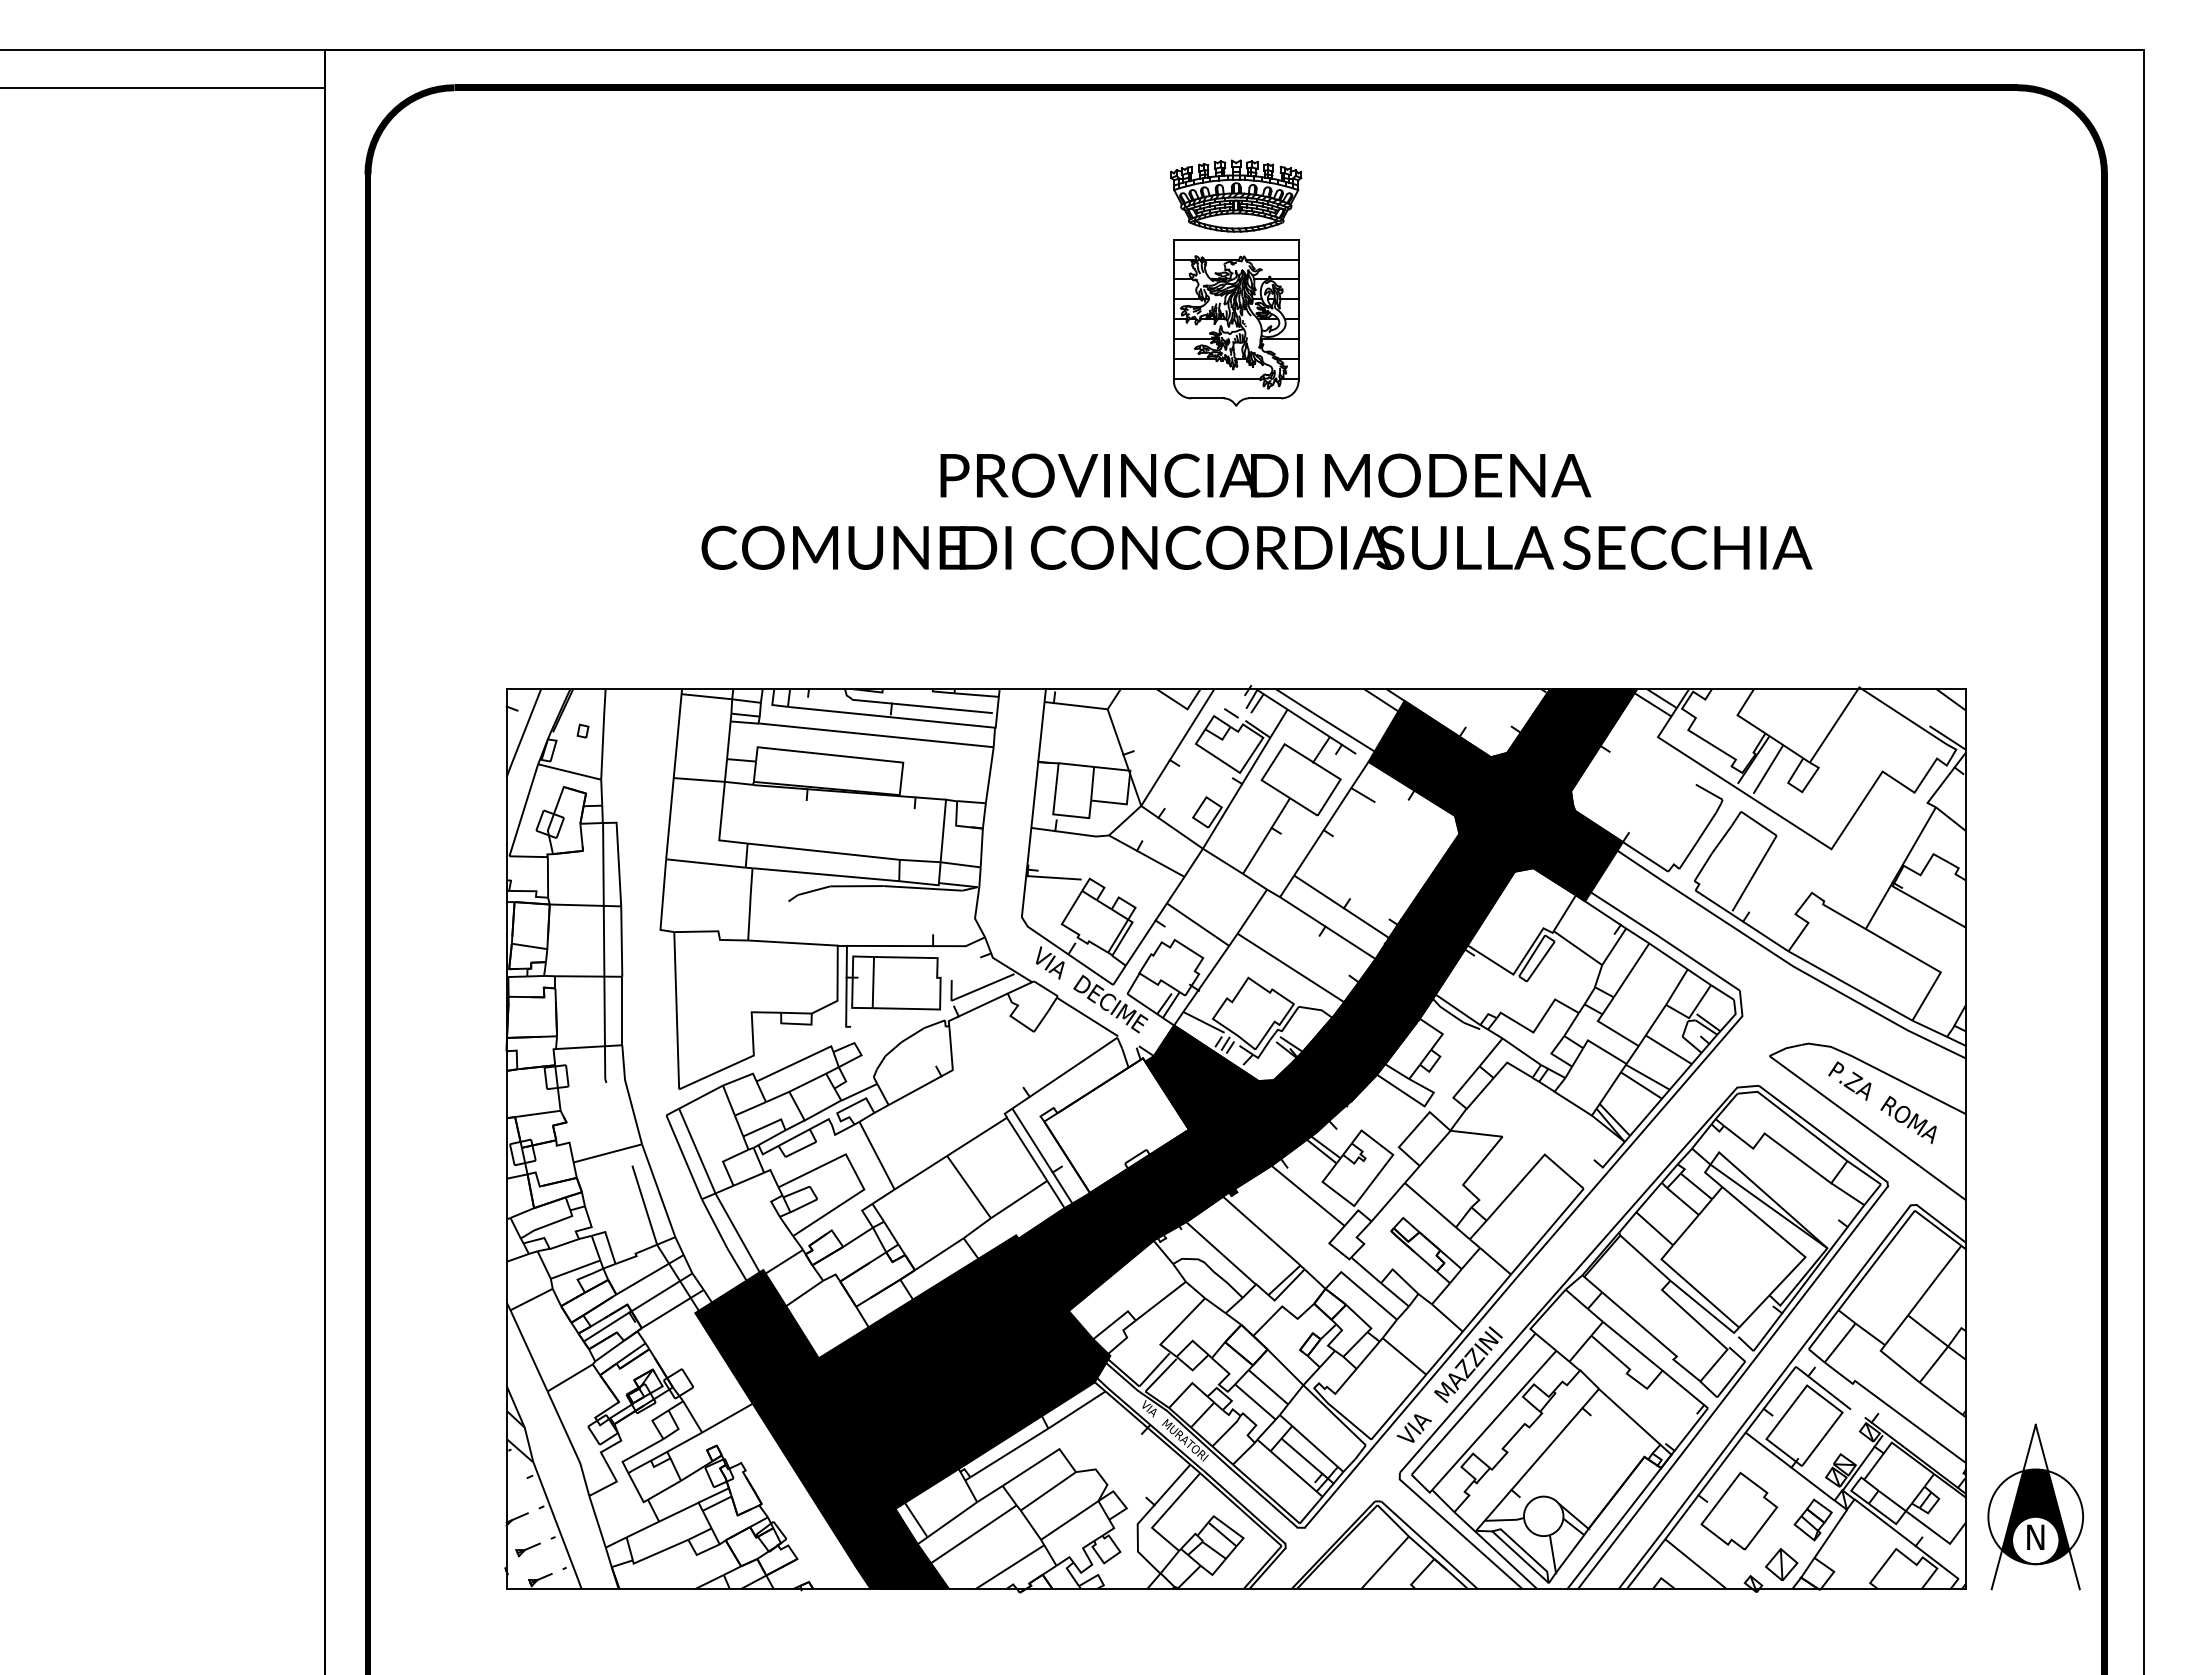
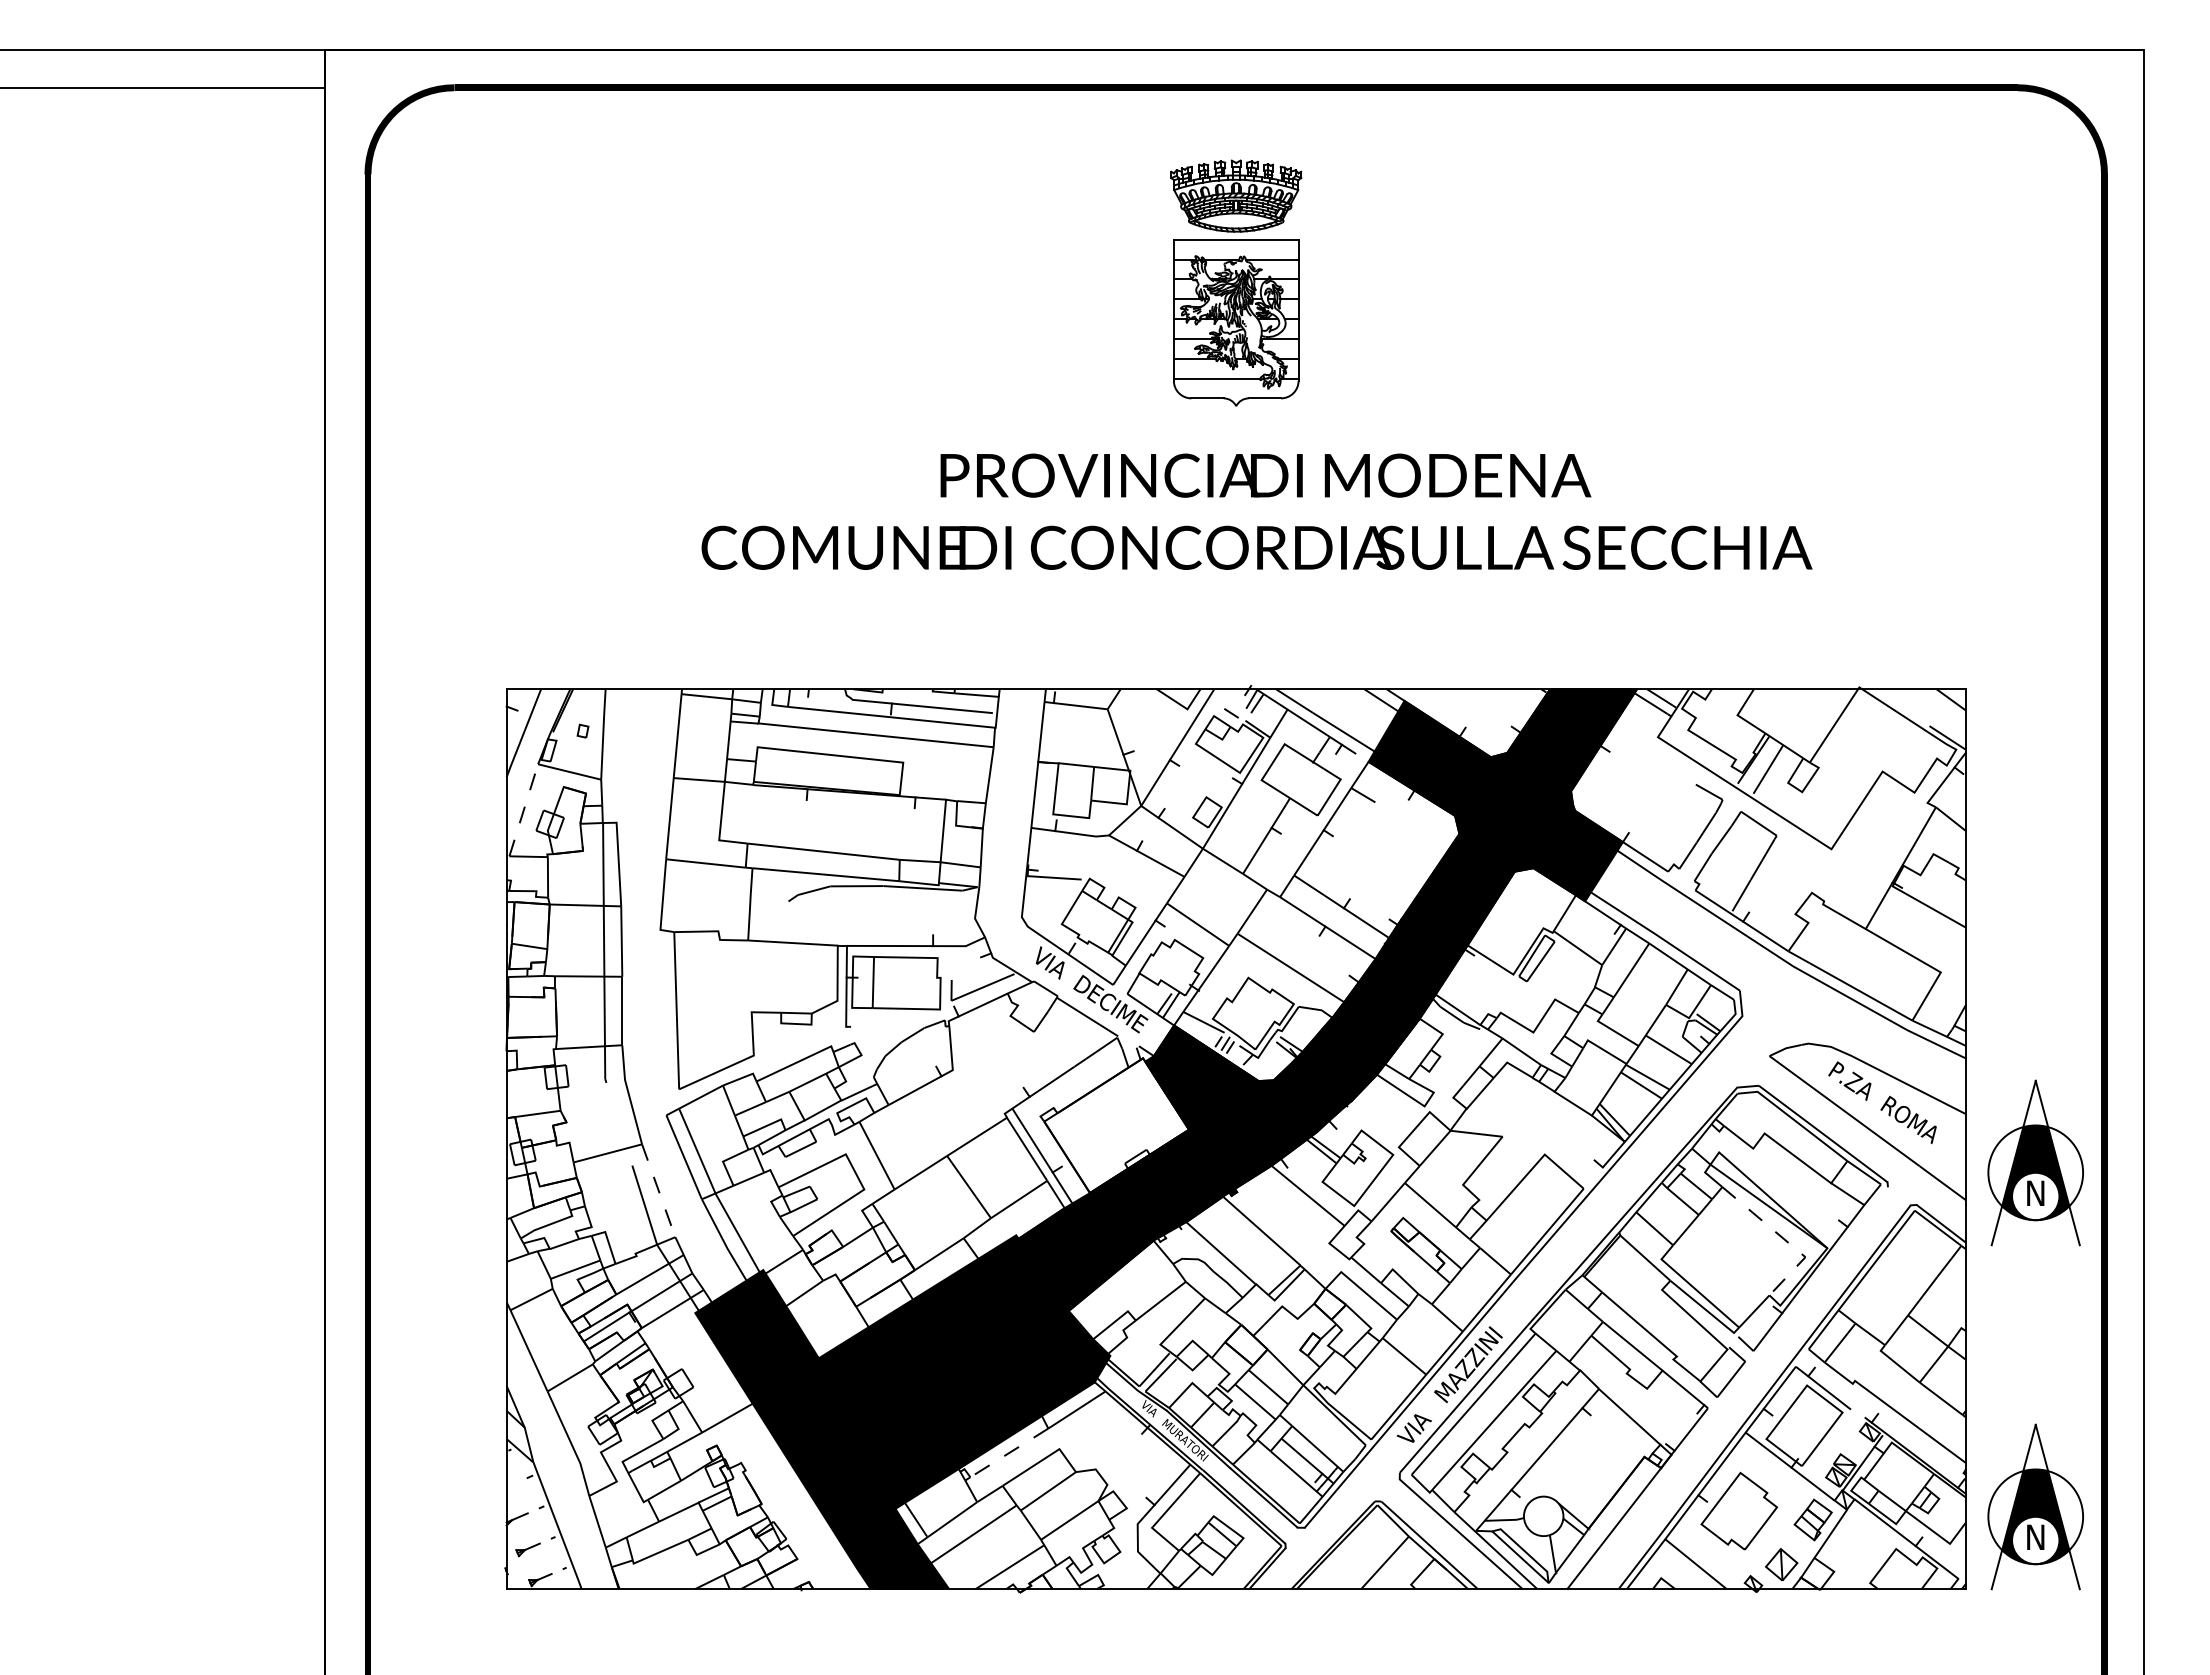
line at (523, 809): solid -> dashed
part at (2035, 1162): none -> present
line at (658, 1191): solid -> dashed
line at (1784, 1239): solid -> dashed
line at (1732, 1387): present -> none
line at (1009, 1452): solid -> dashed
